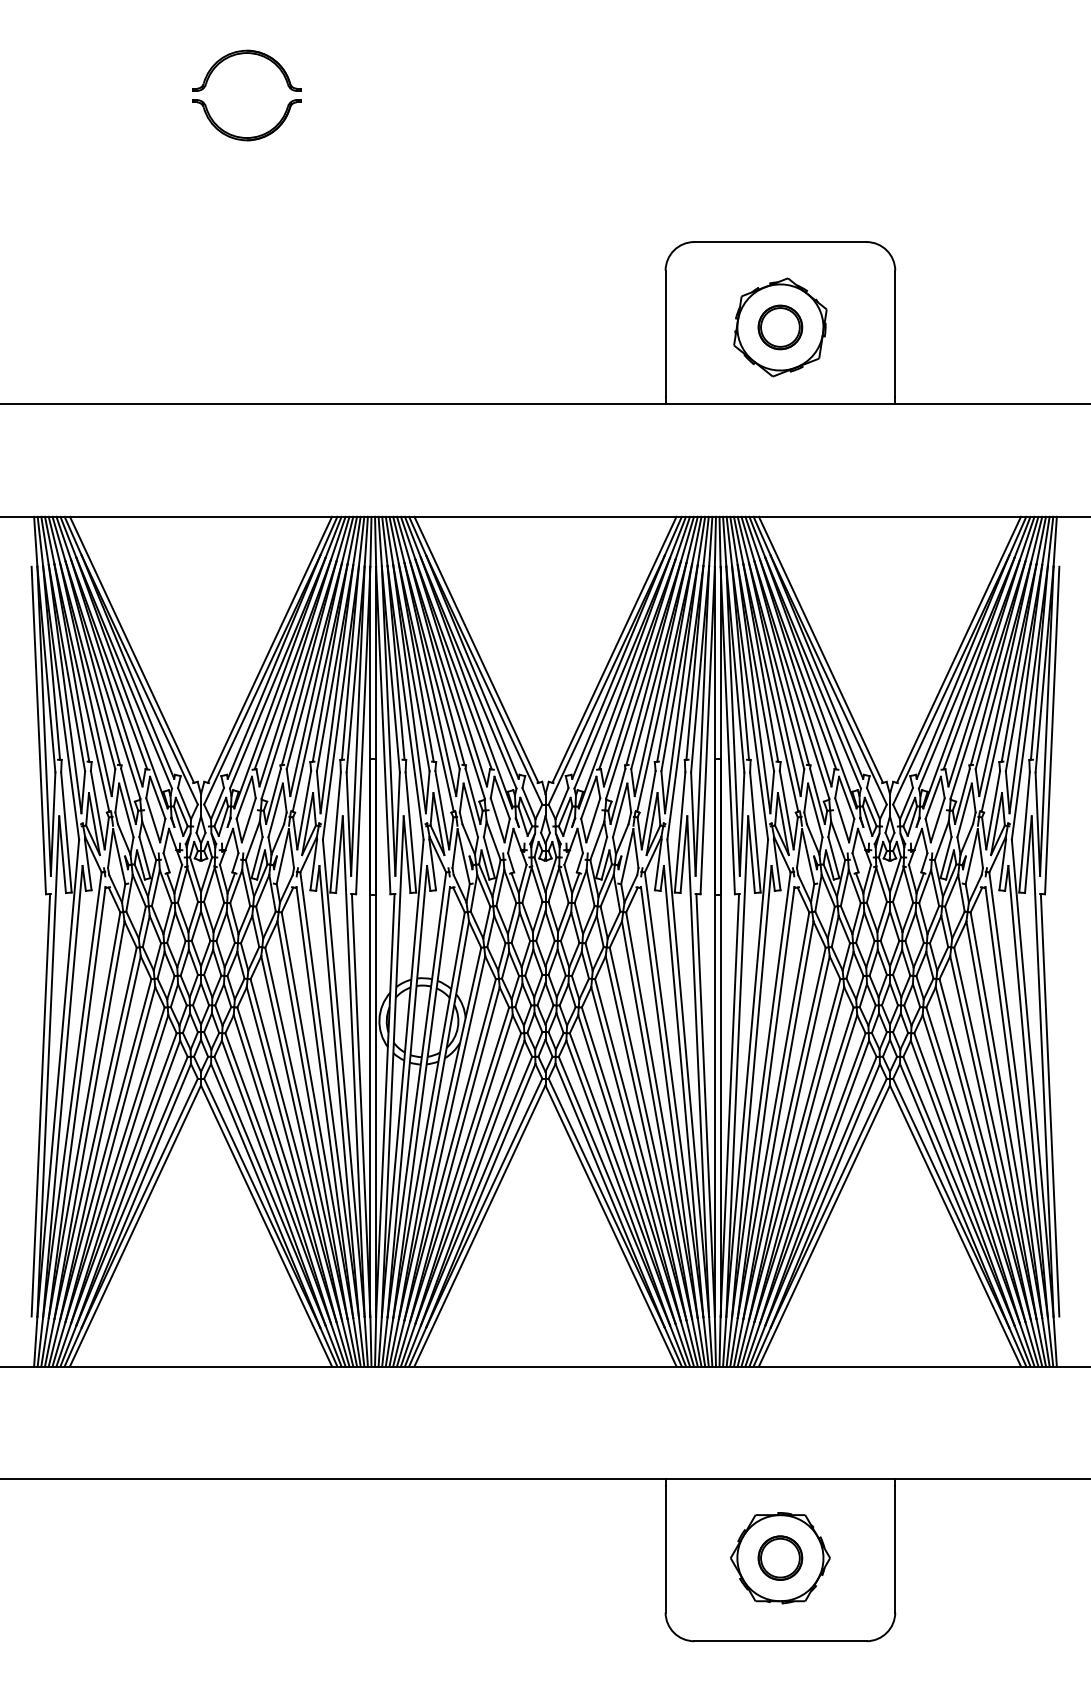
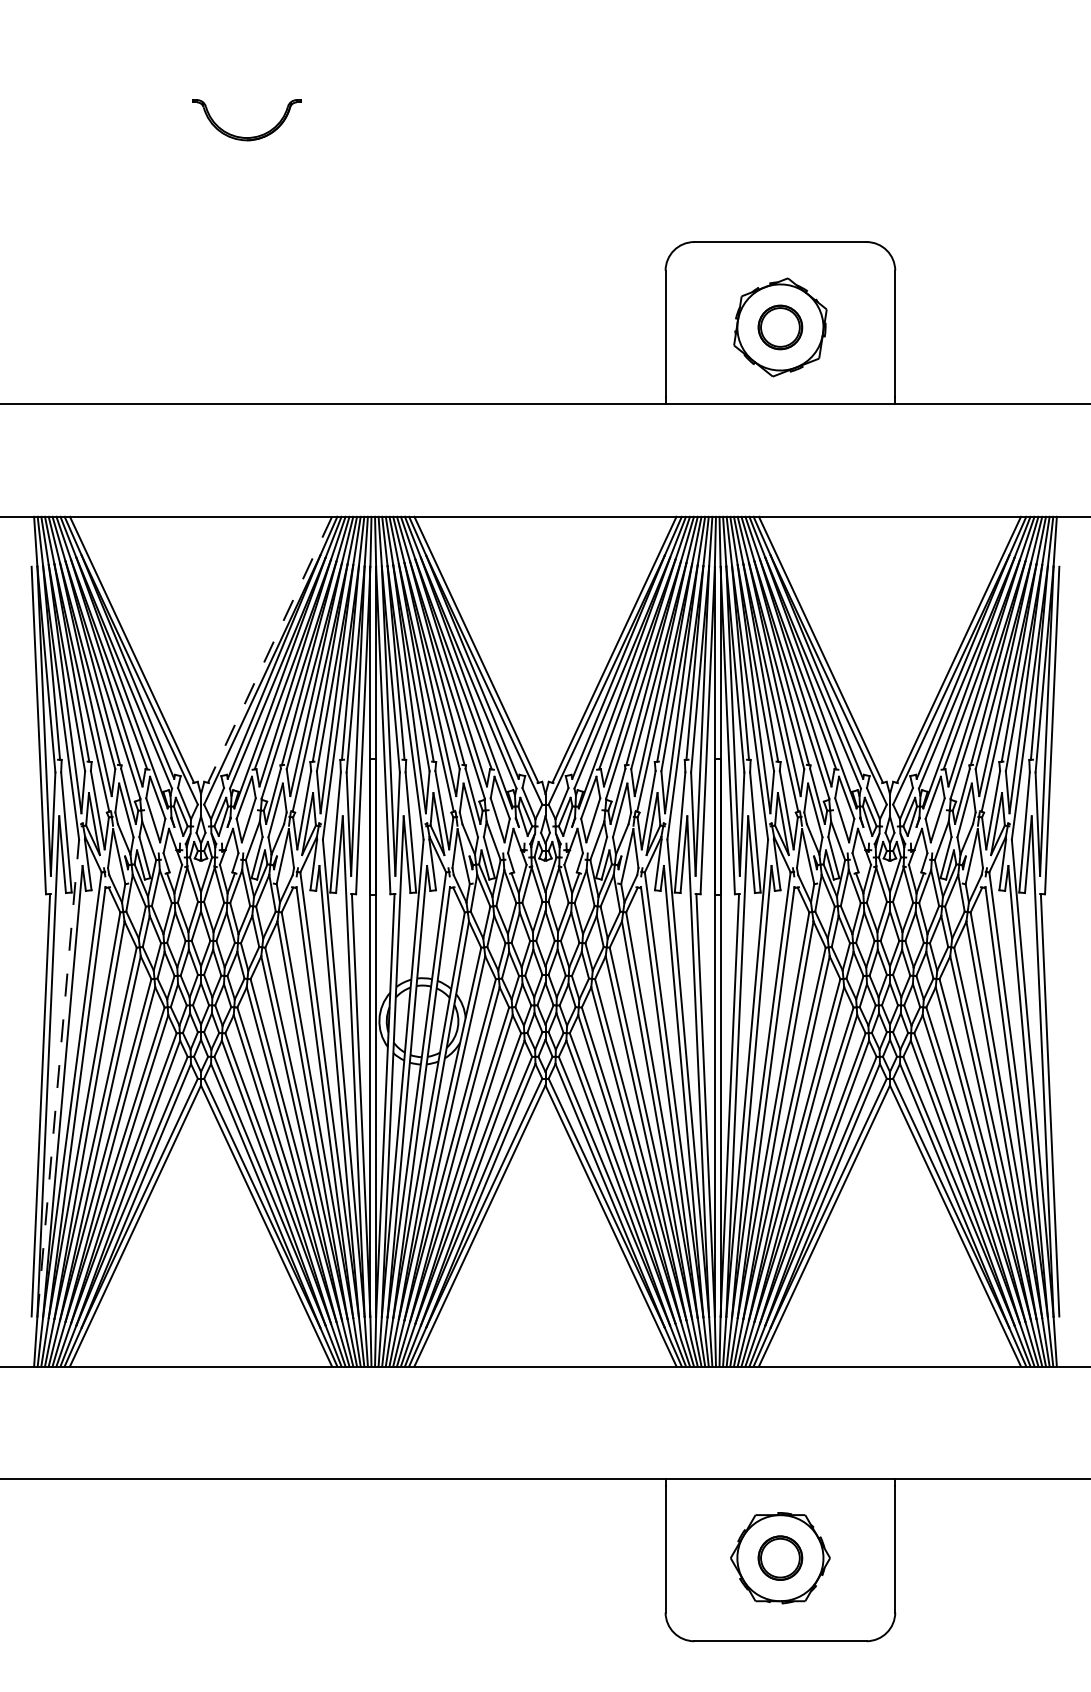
part at (242, 54): present -> none
line at (270, 649): solid -> dashed
line at (58, 1077): solid -> dashed
